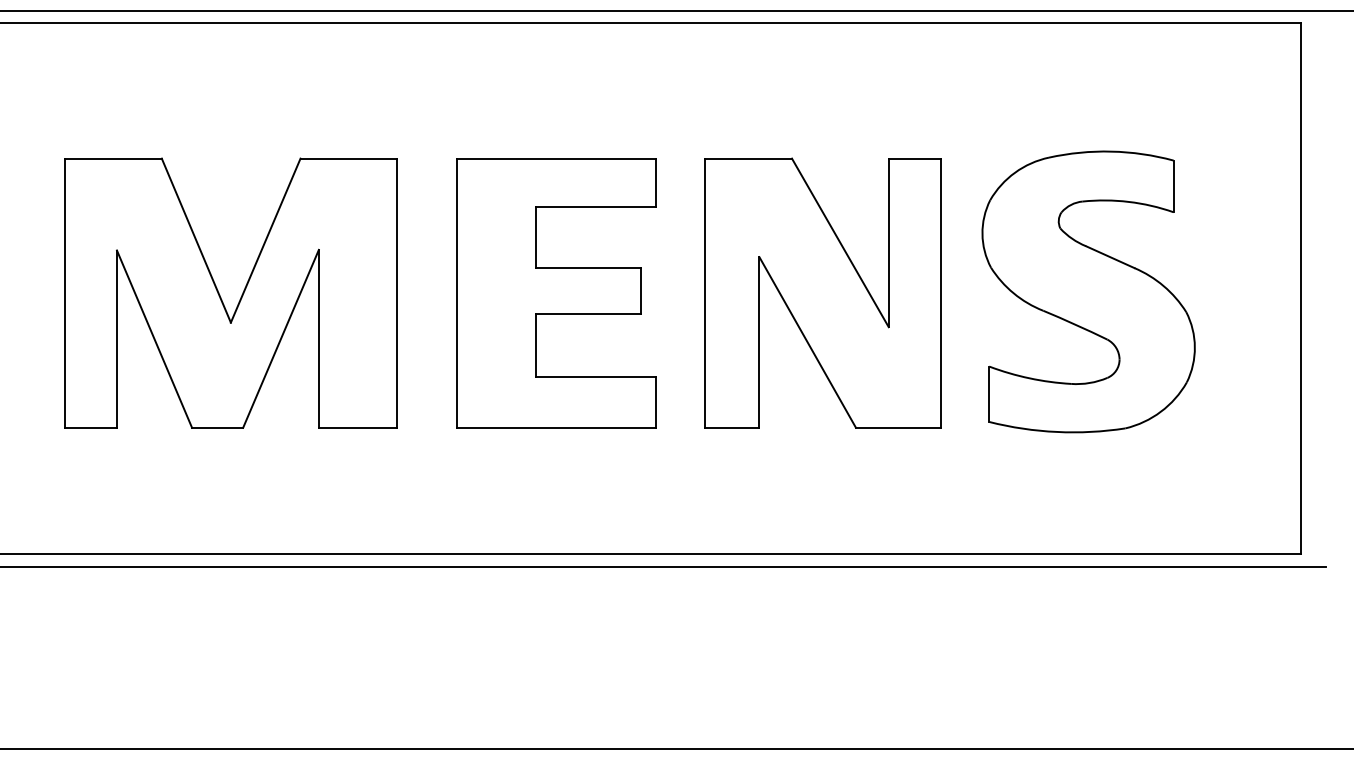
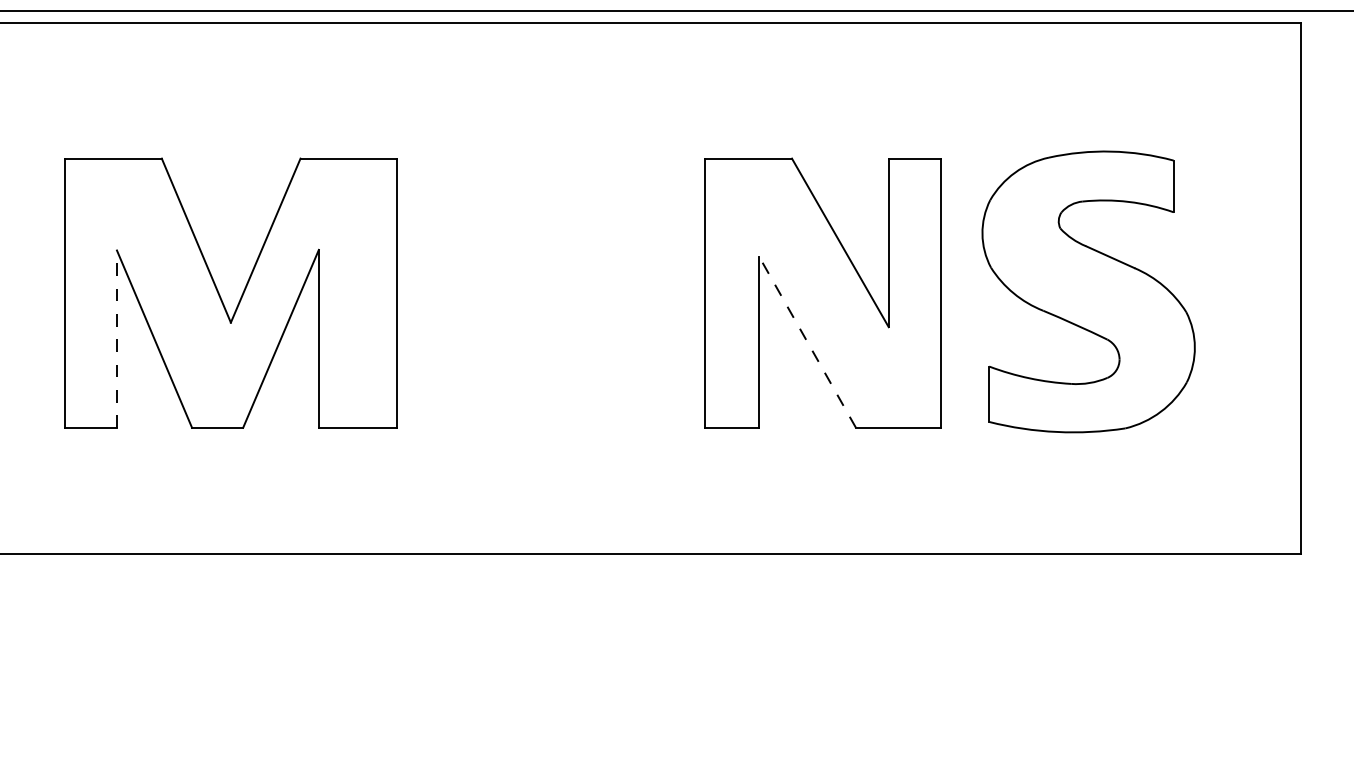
part at (556, 293): present -> none
line at (116, 339): solid -> dashed
line at (807, 342): solid -> dashed
line at (664, 566): present -> none
line at (676, 748): present -> none
